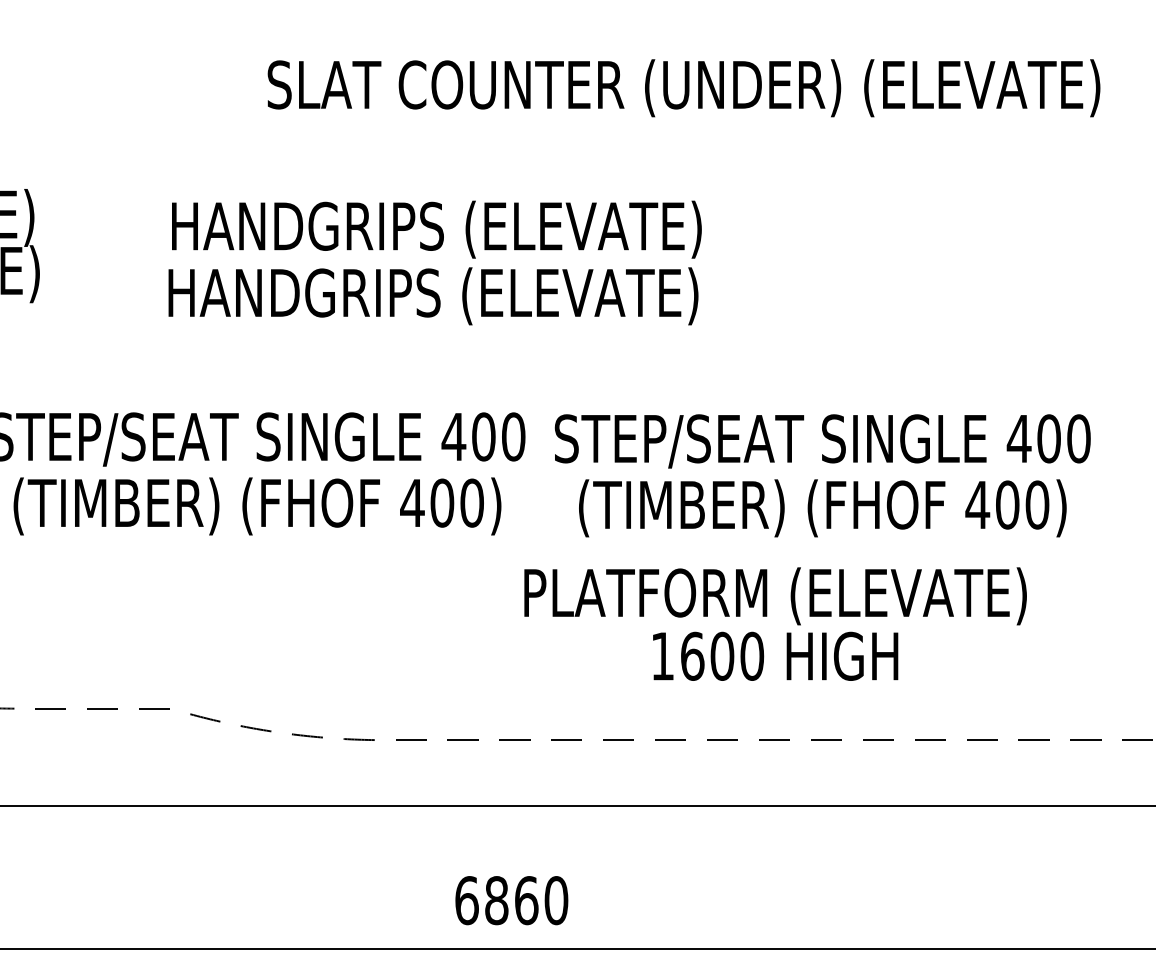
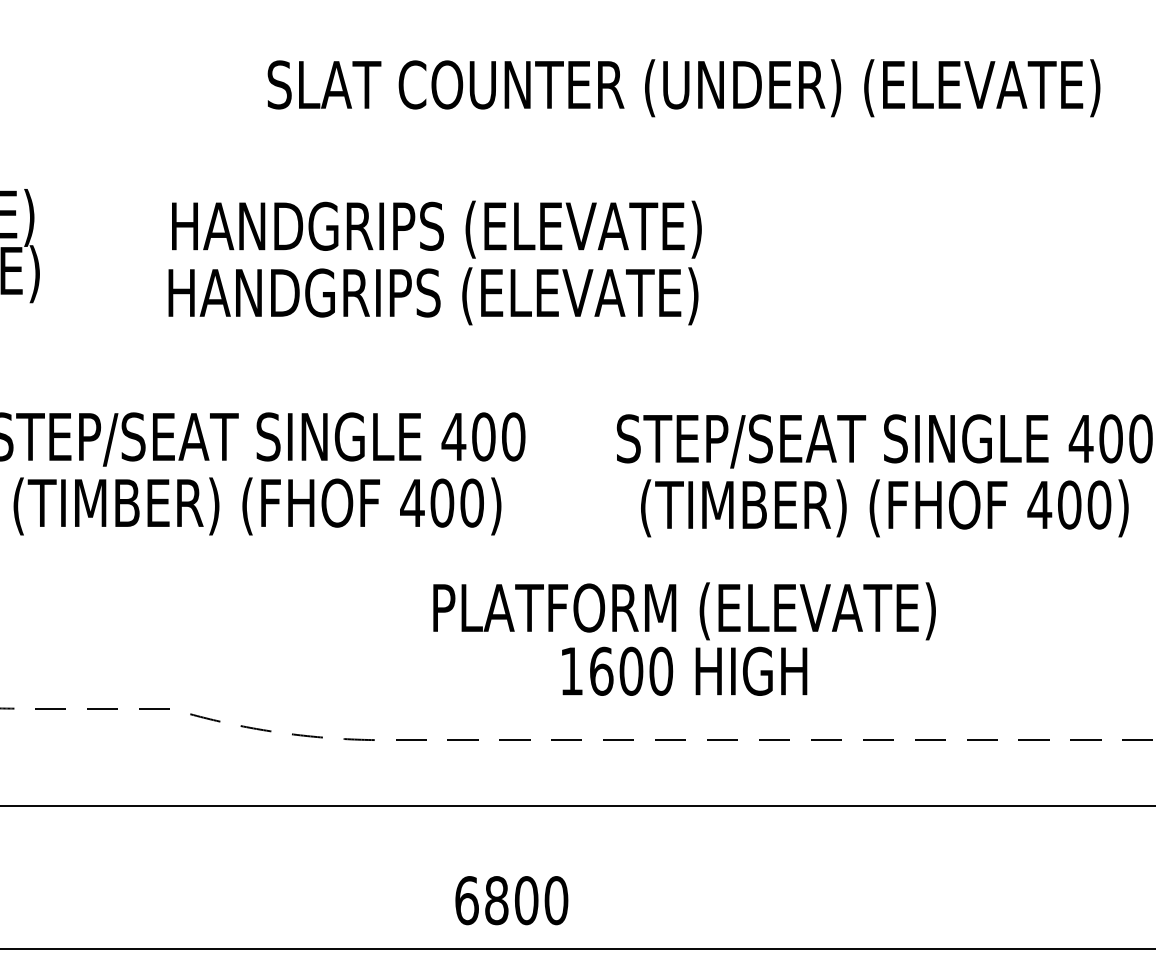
text at (822, 475) position: (822, 475) -> (884, 475)
text at (775, 623) position: (775, 623) -> (684, 638)
text at (526, 900): 6860 -> 6800
